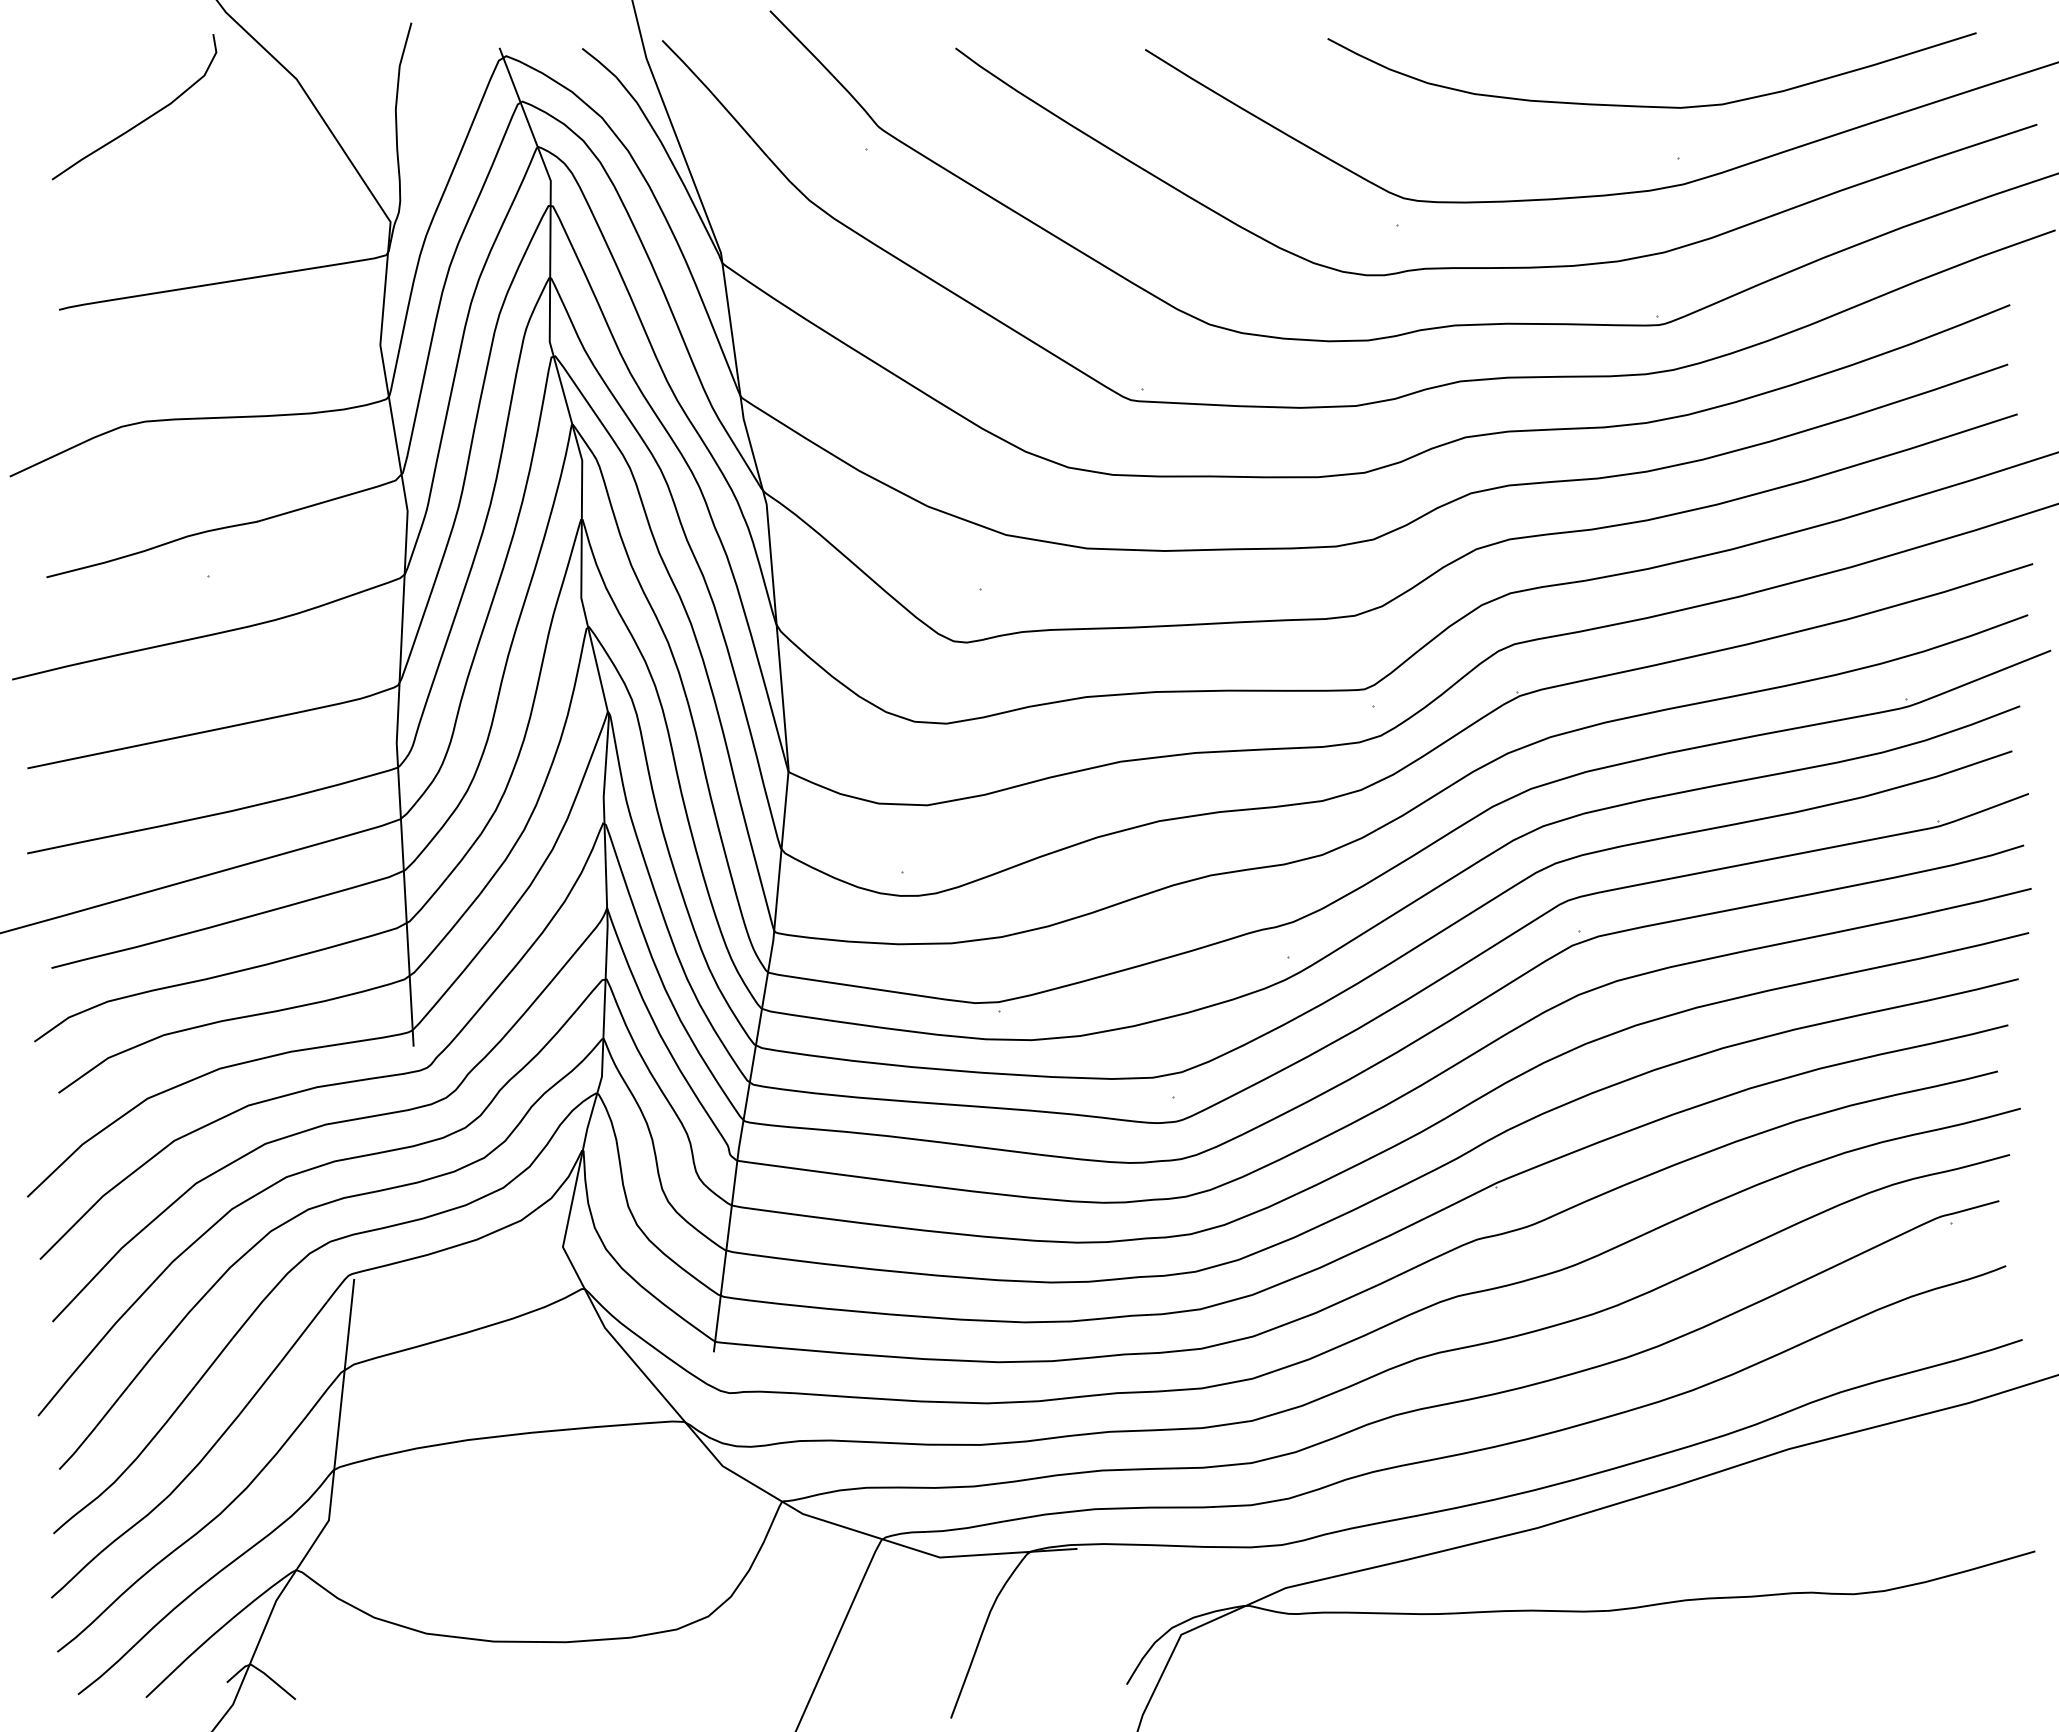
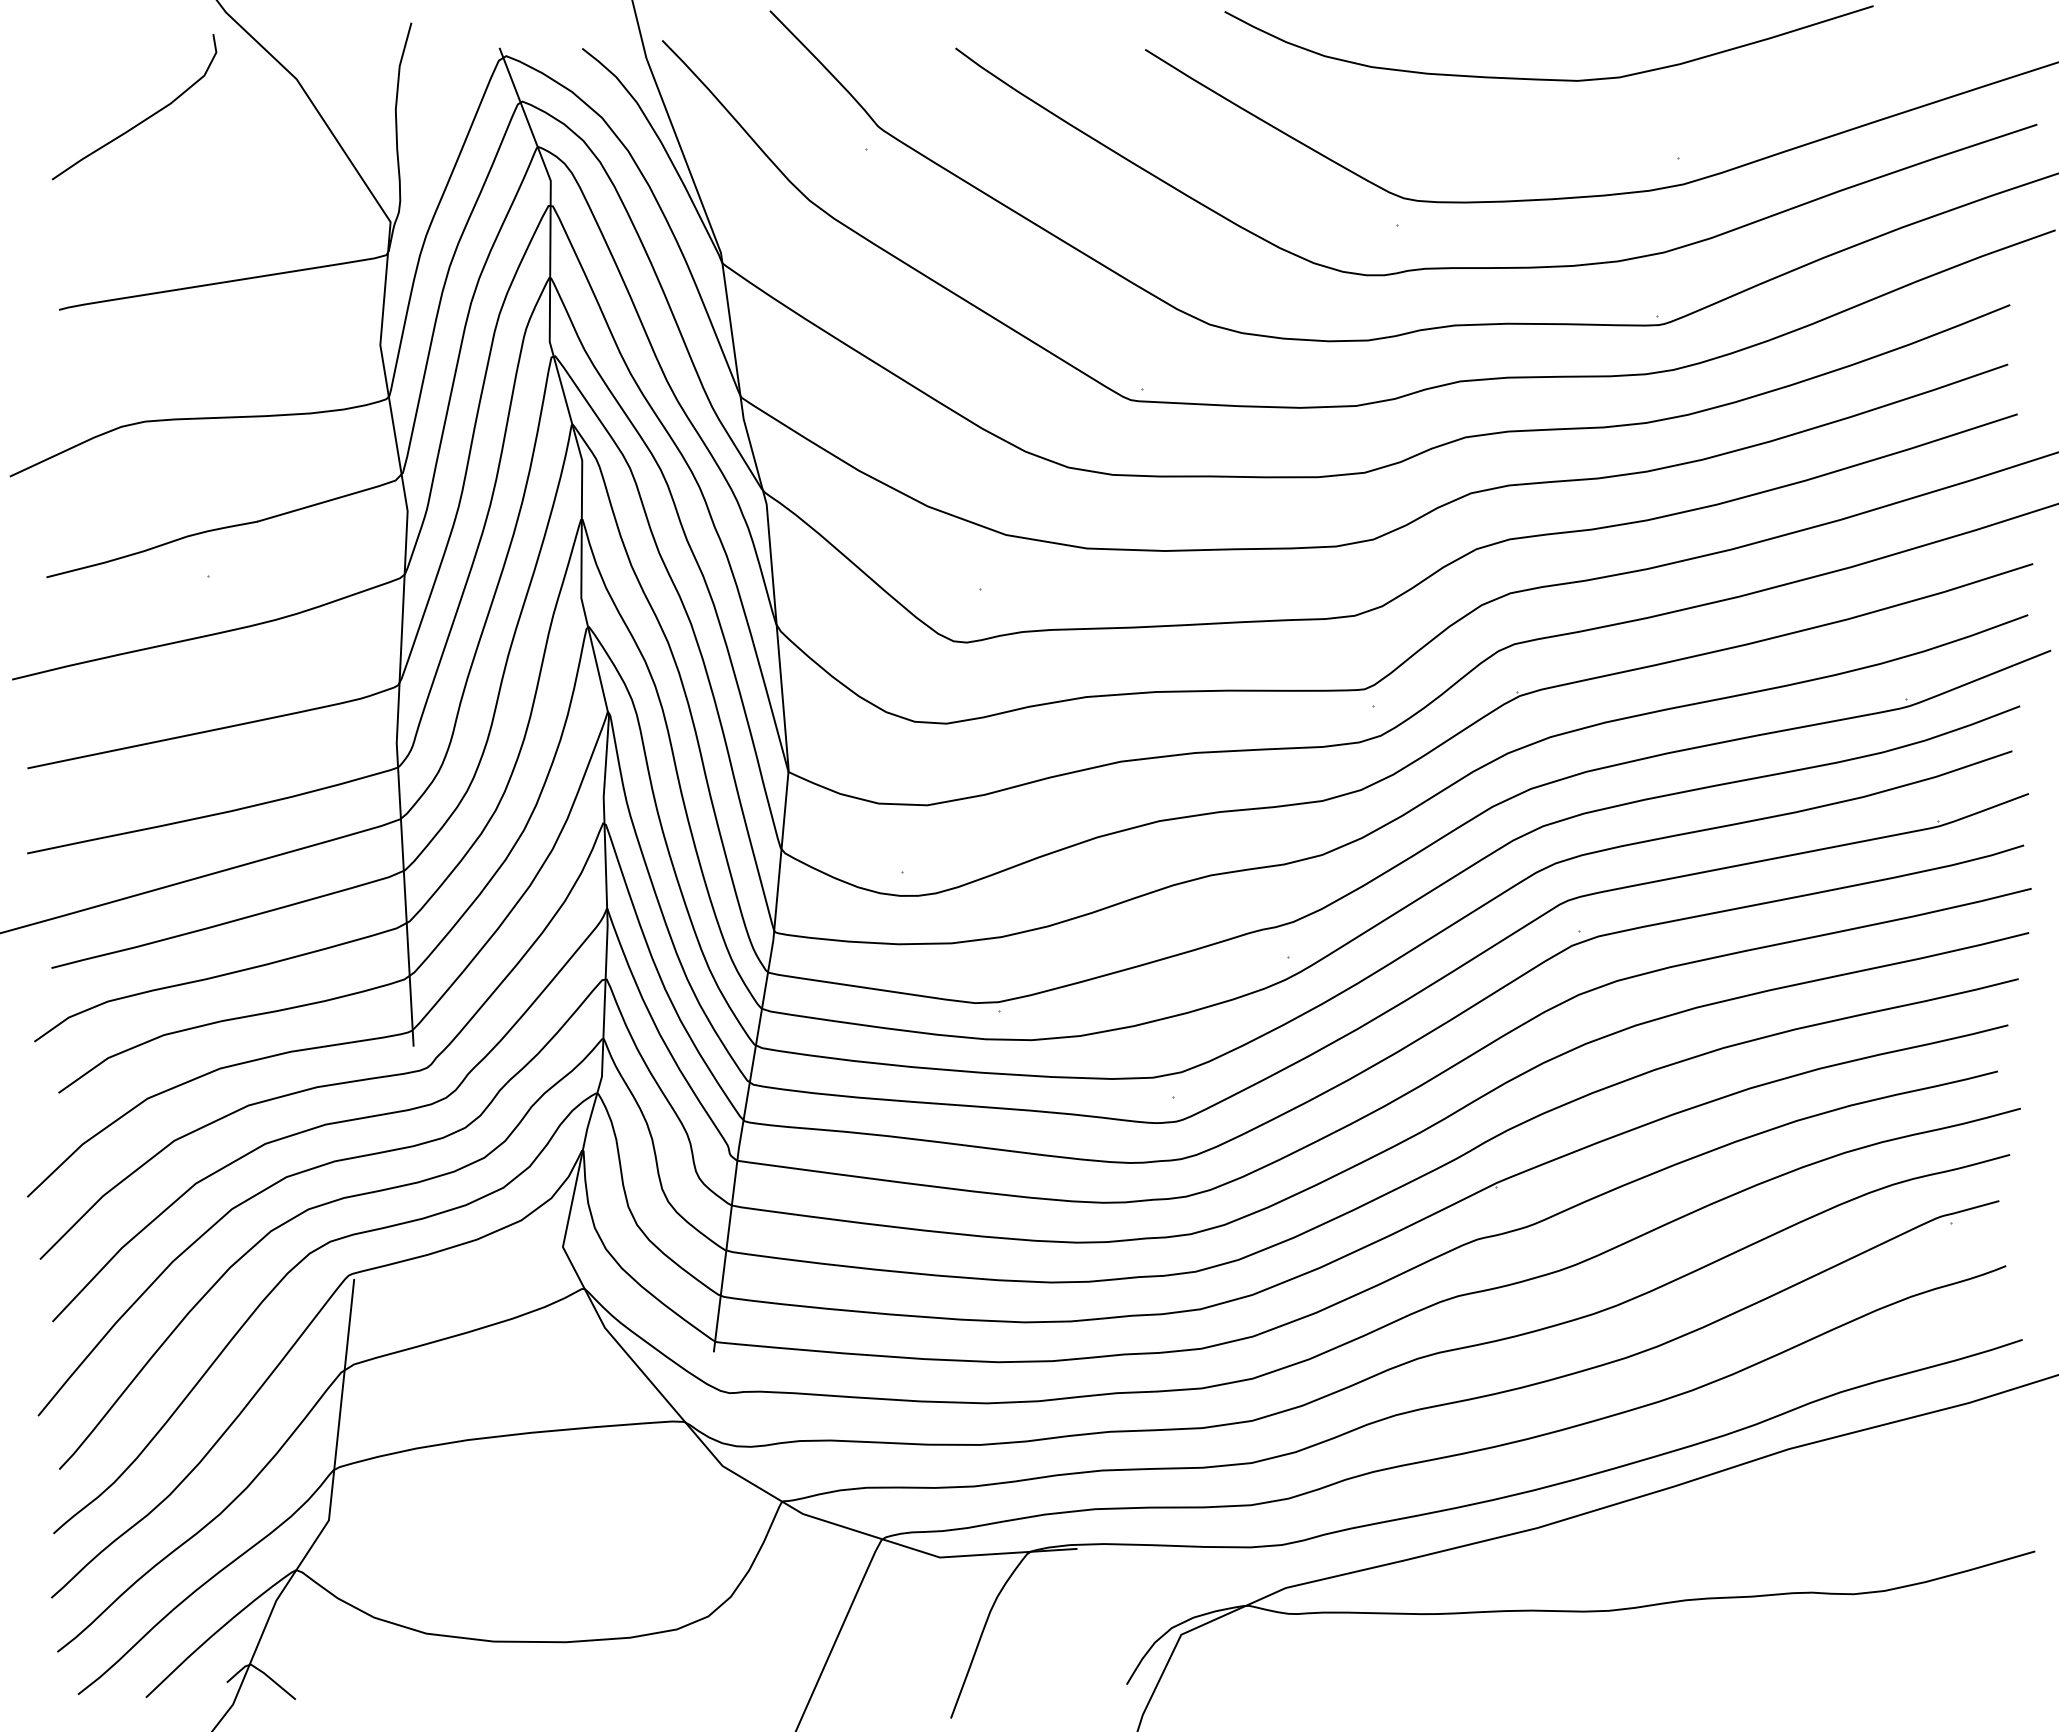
curve at (1648, 105) position: (1648, 105) -> (1545, 78)
